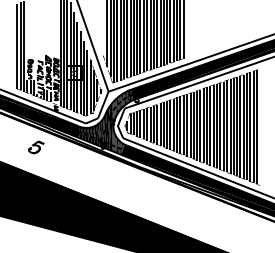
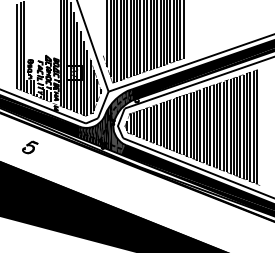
part at (36, 147) position: (36, 147) -> (30, 147)
